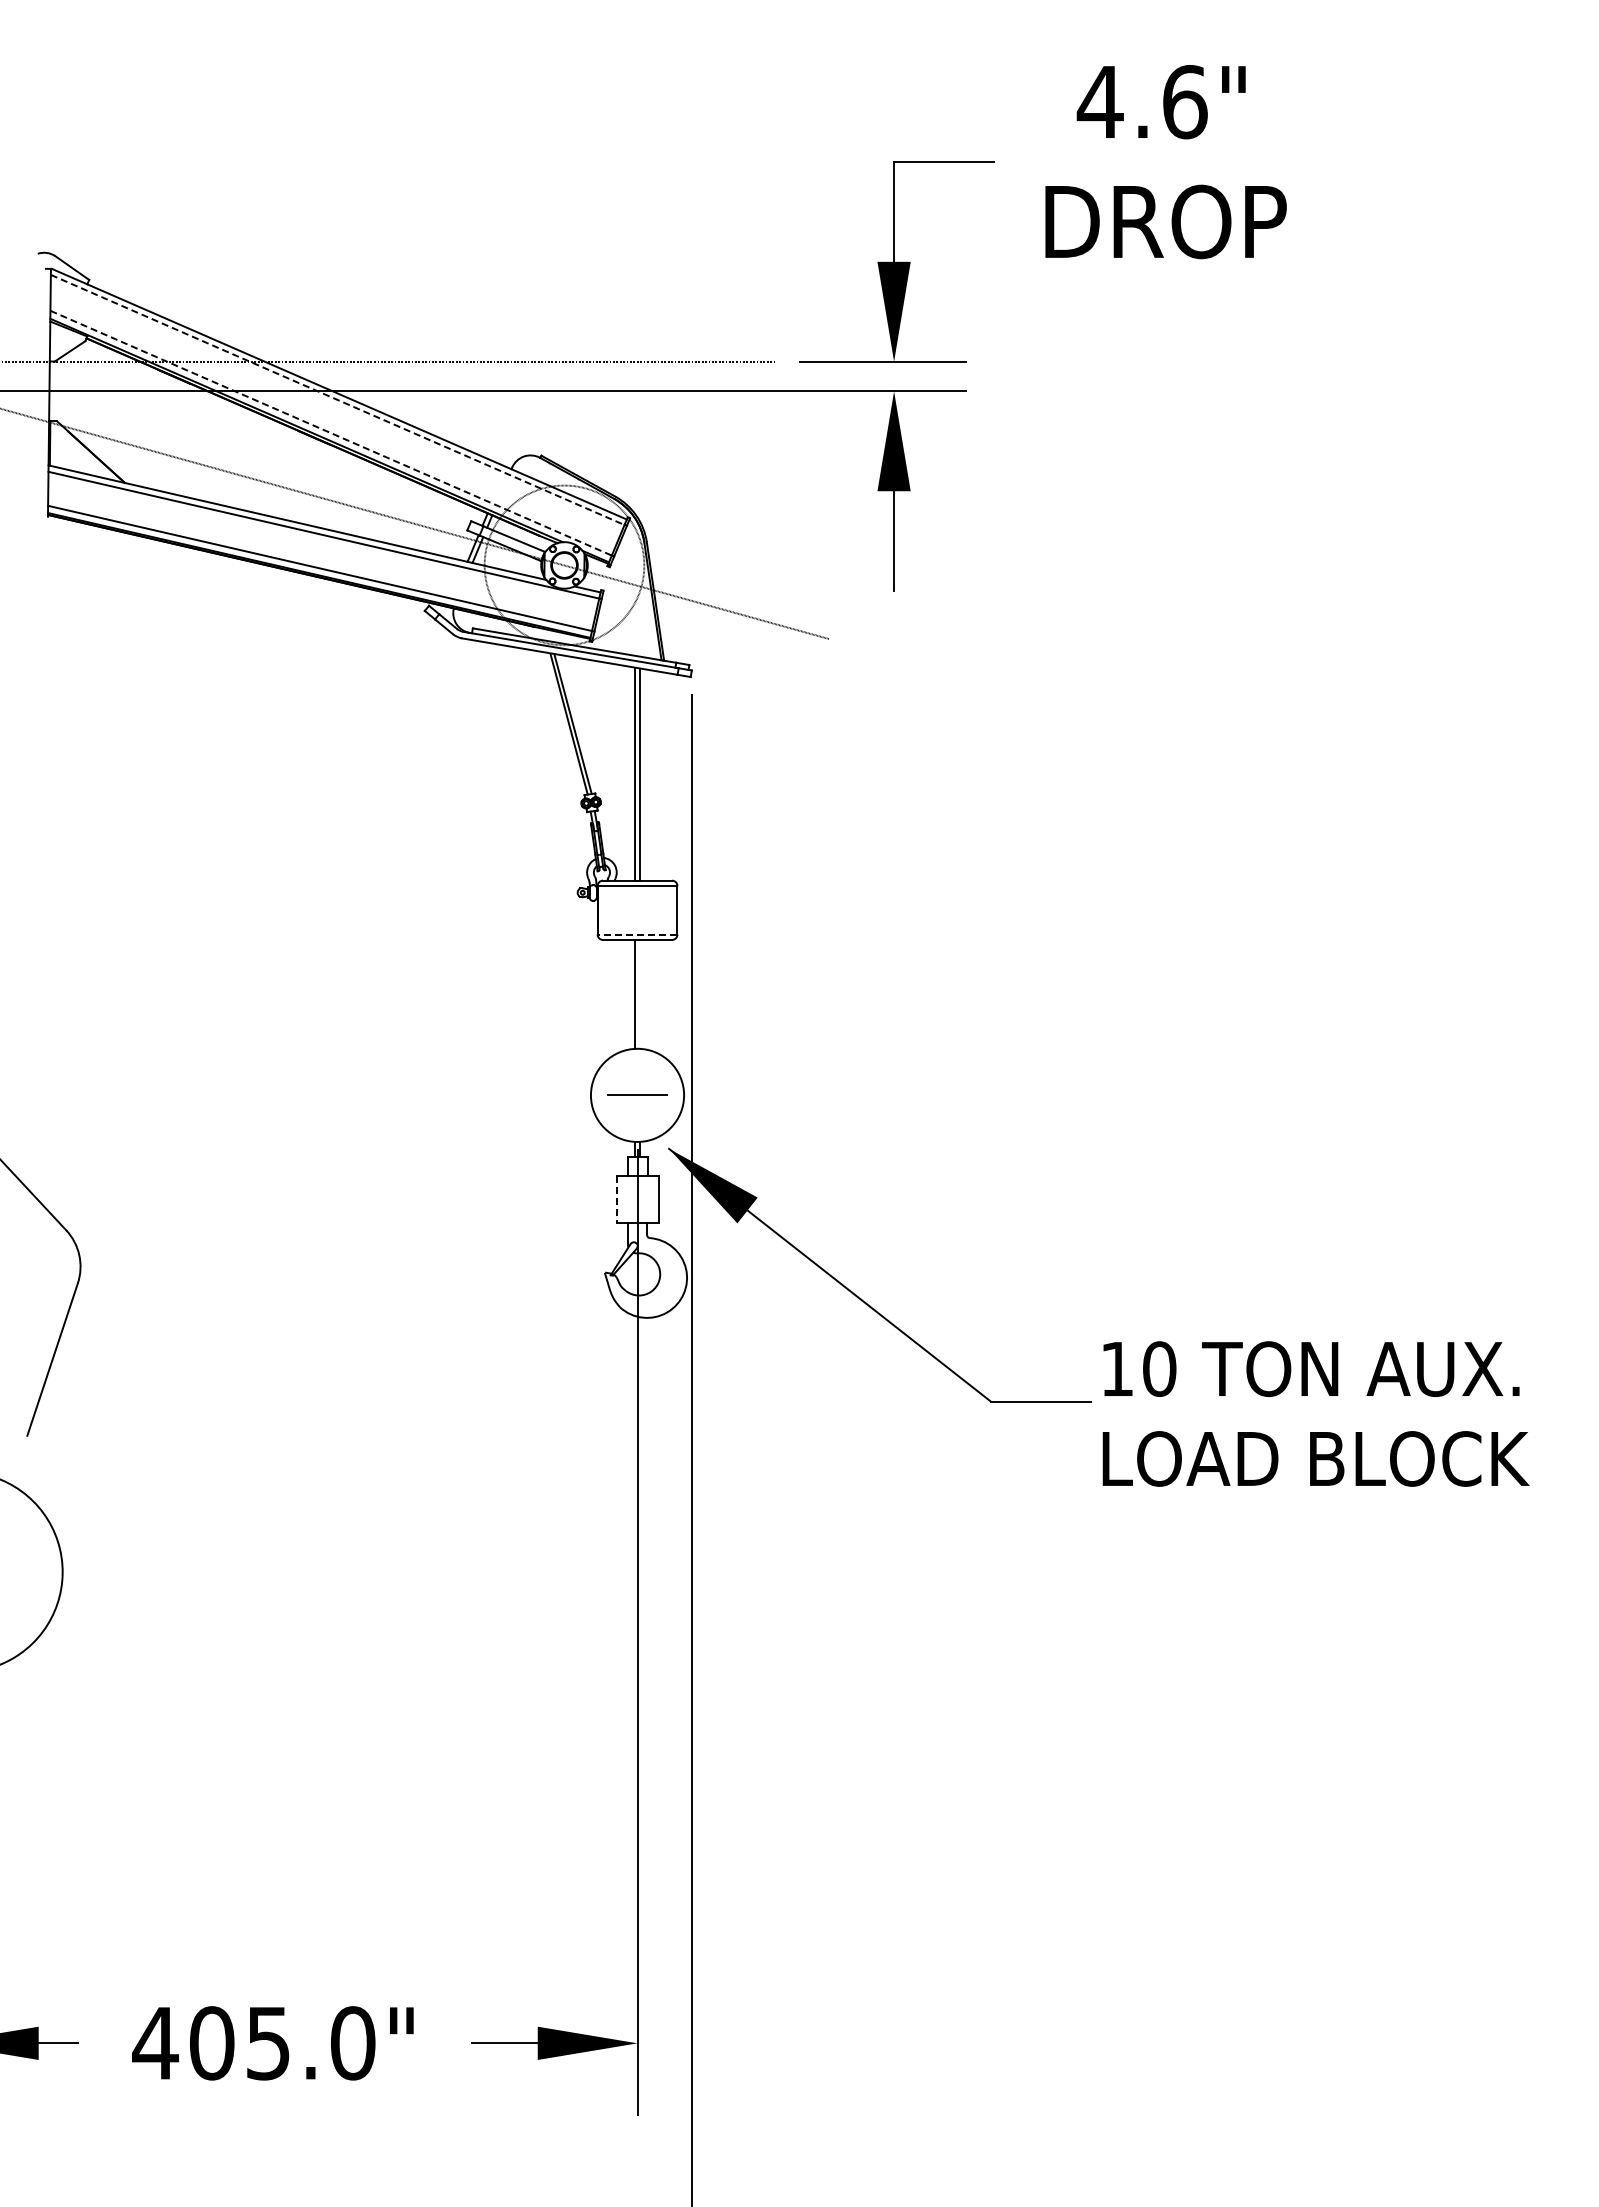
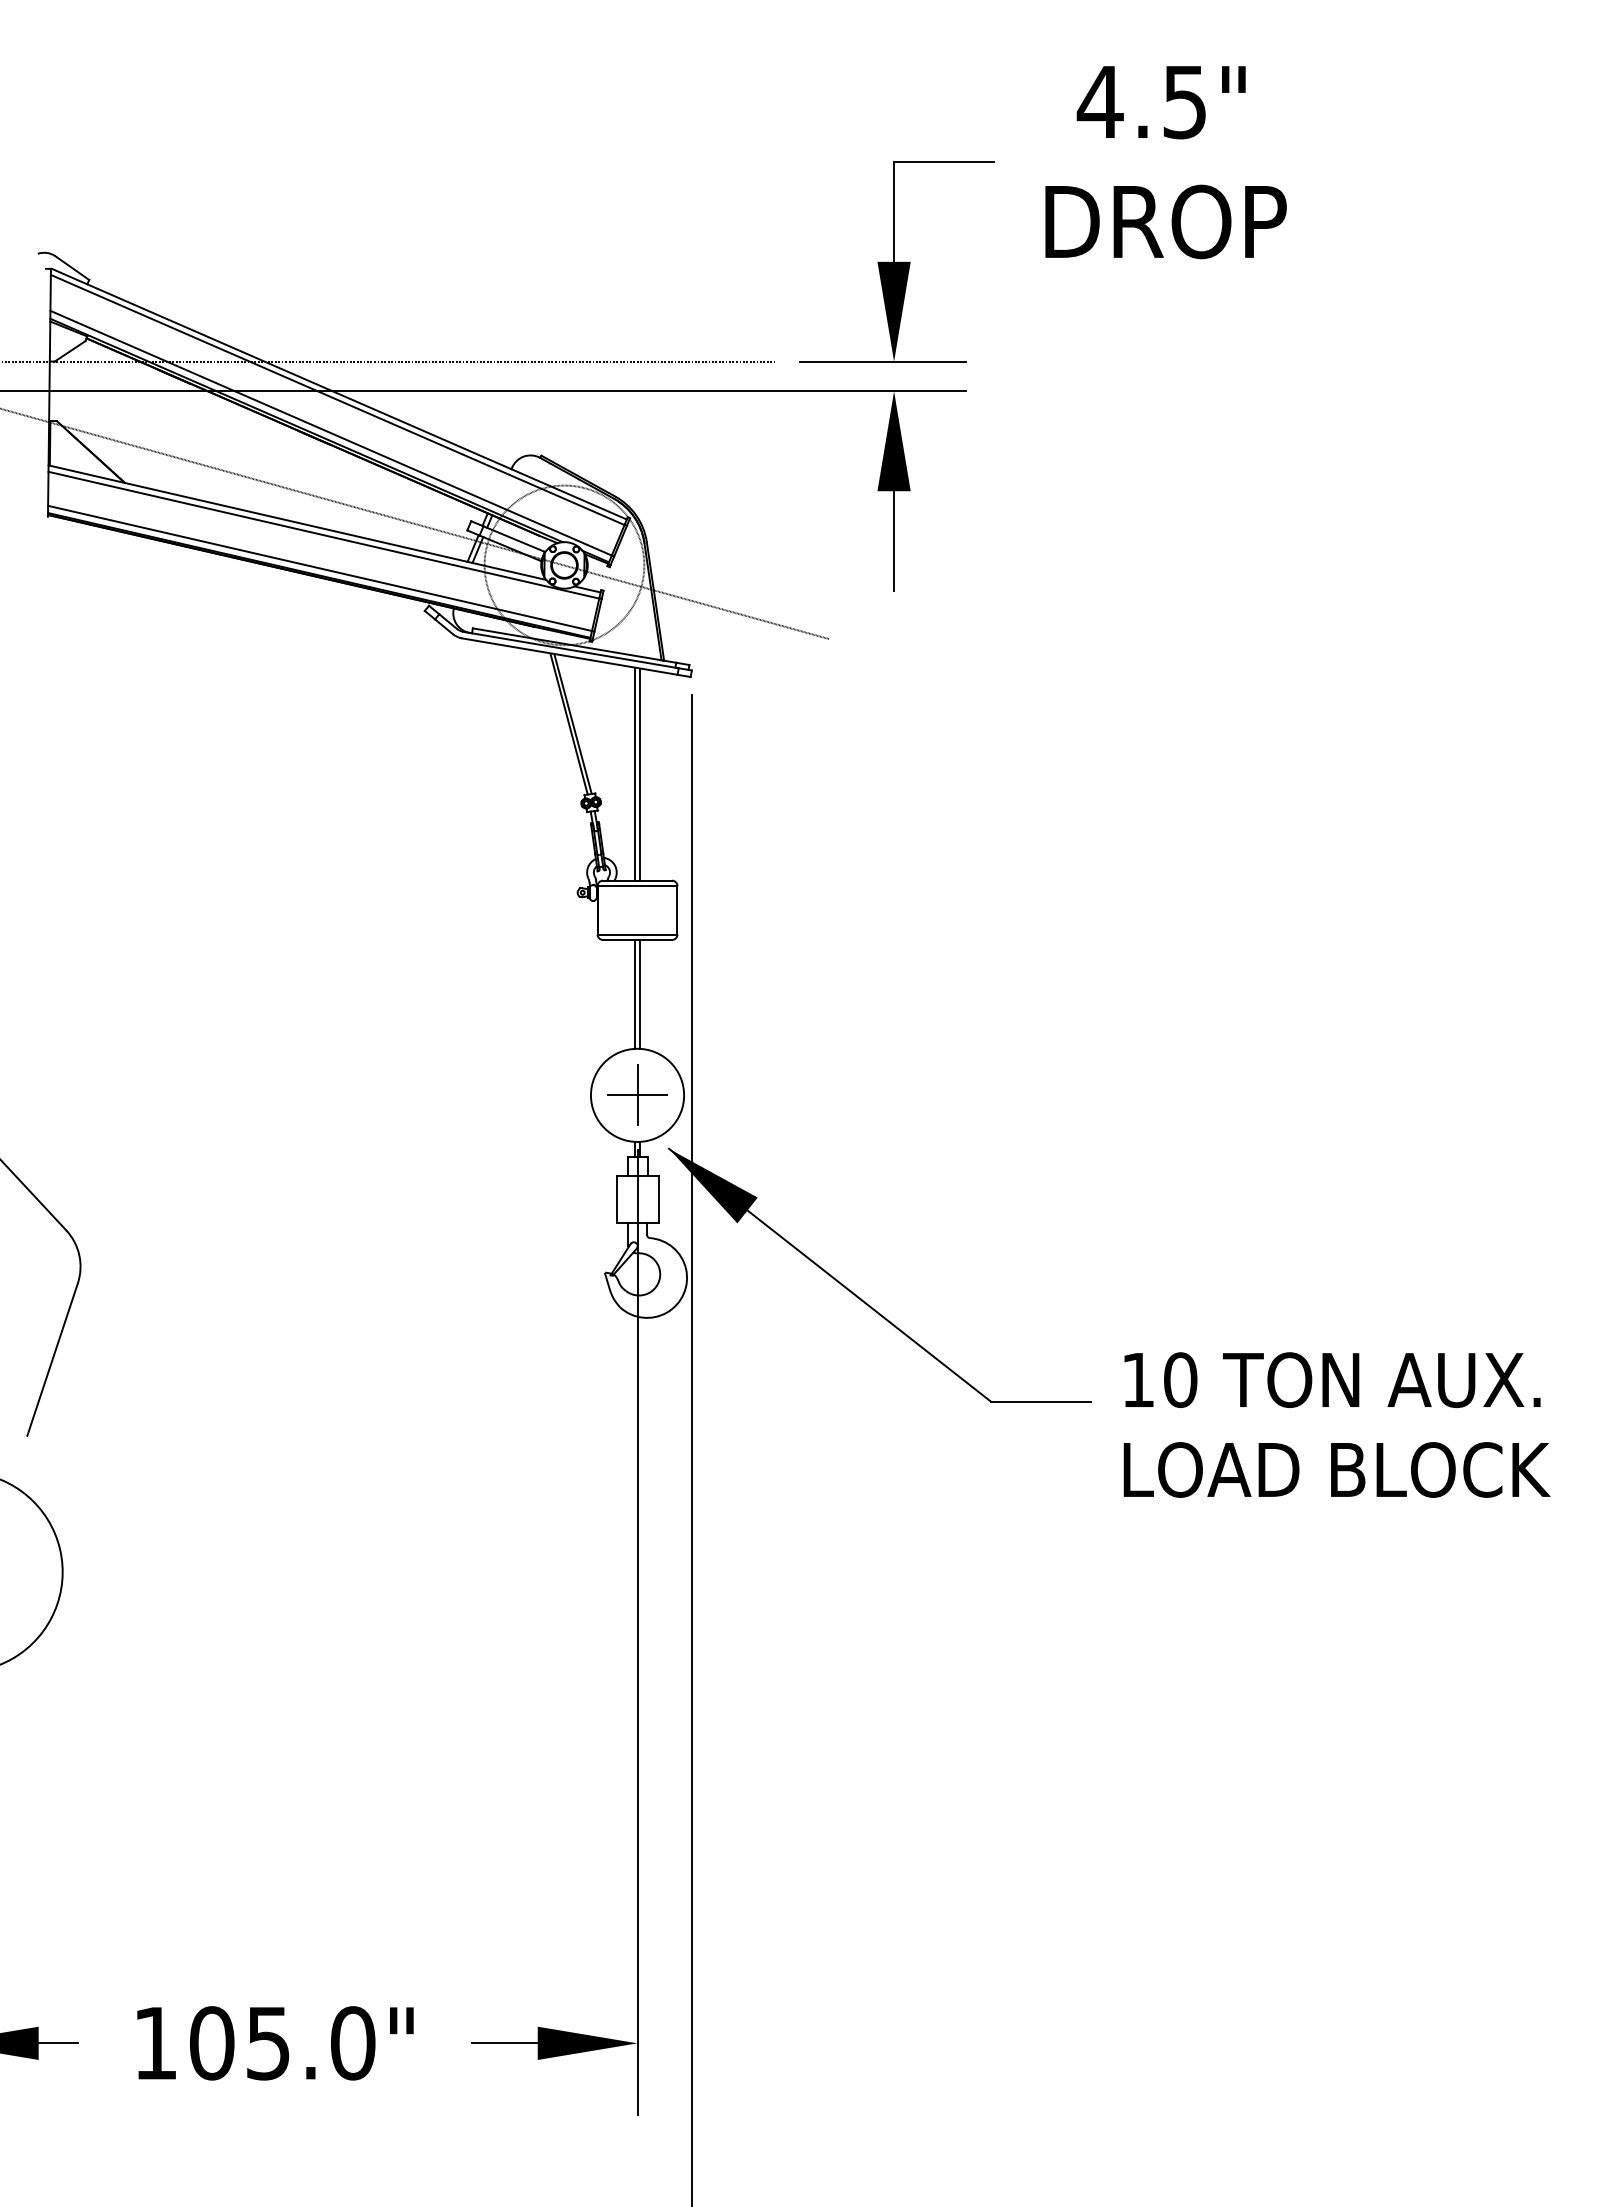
text at (1185, 102): 4.6" -> 4.5"
line at (337, 399): dashed -> solid
line at (331, 433): dashed -> solid
line at (637, 934): dashed -> solid
line at (640, 993): none -> present
line at (637, 1095): none -> present
line at (616, 1200): dashed -> solid
text at (1315, 1413) position: (1315, 1413) -> (1336, 1424)
text at (155, 2043): 405.0" -> 105.0"
